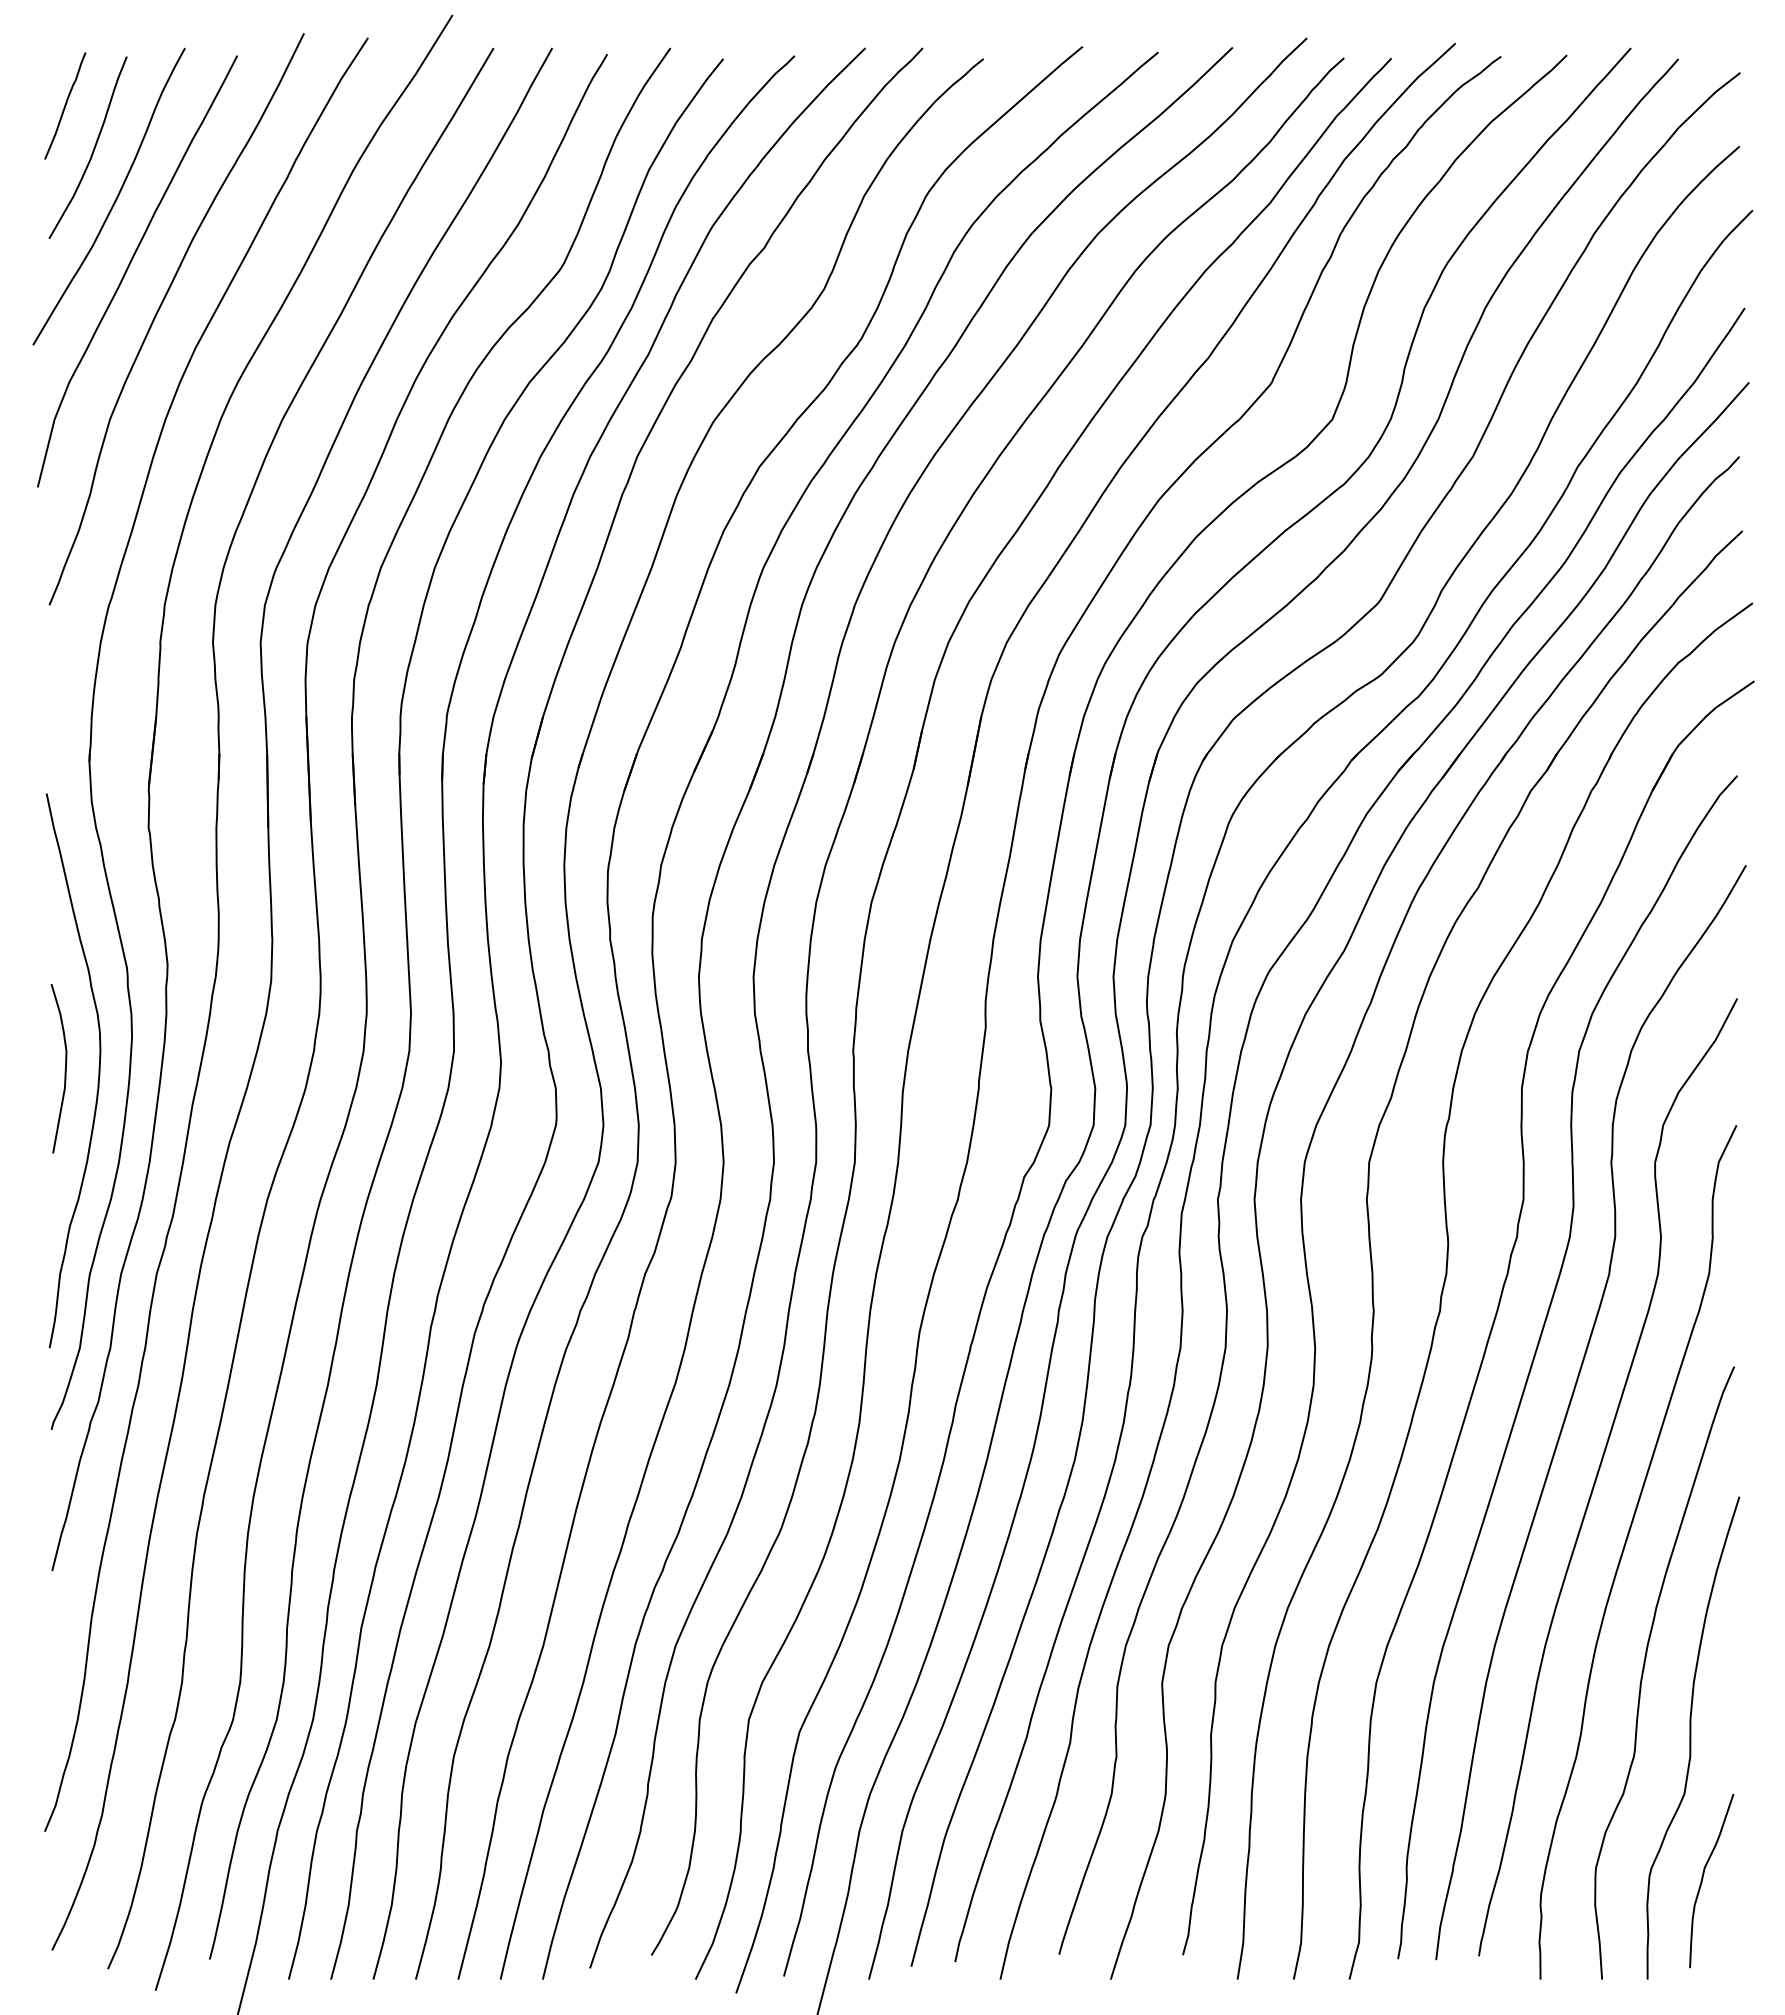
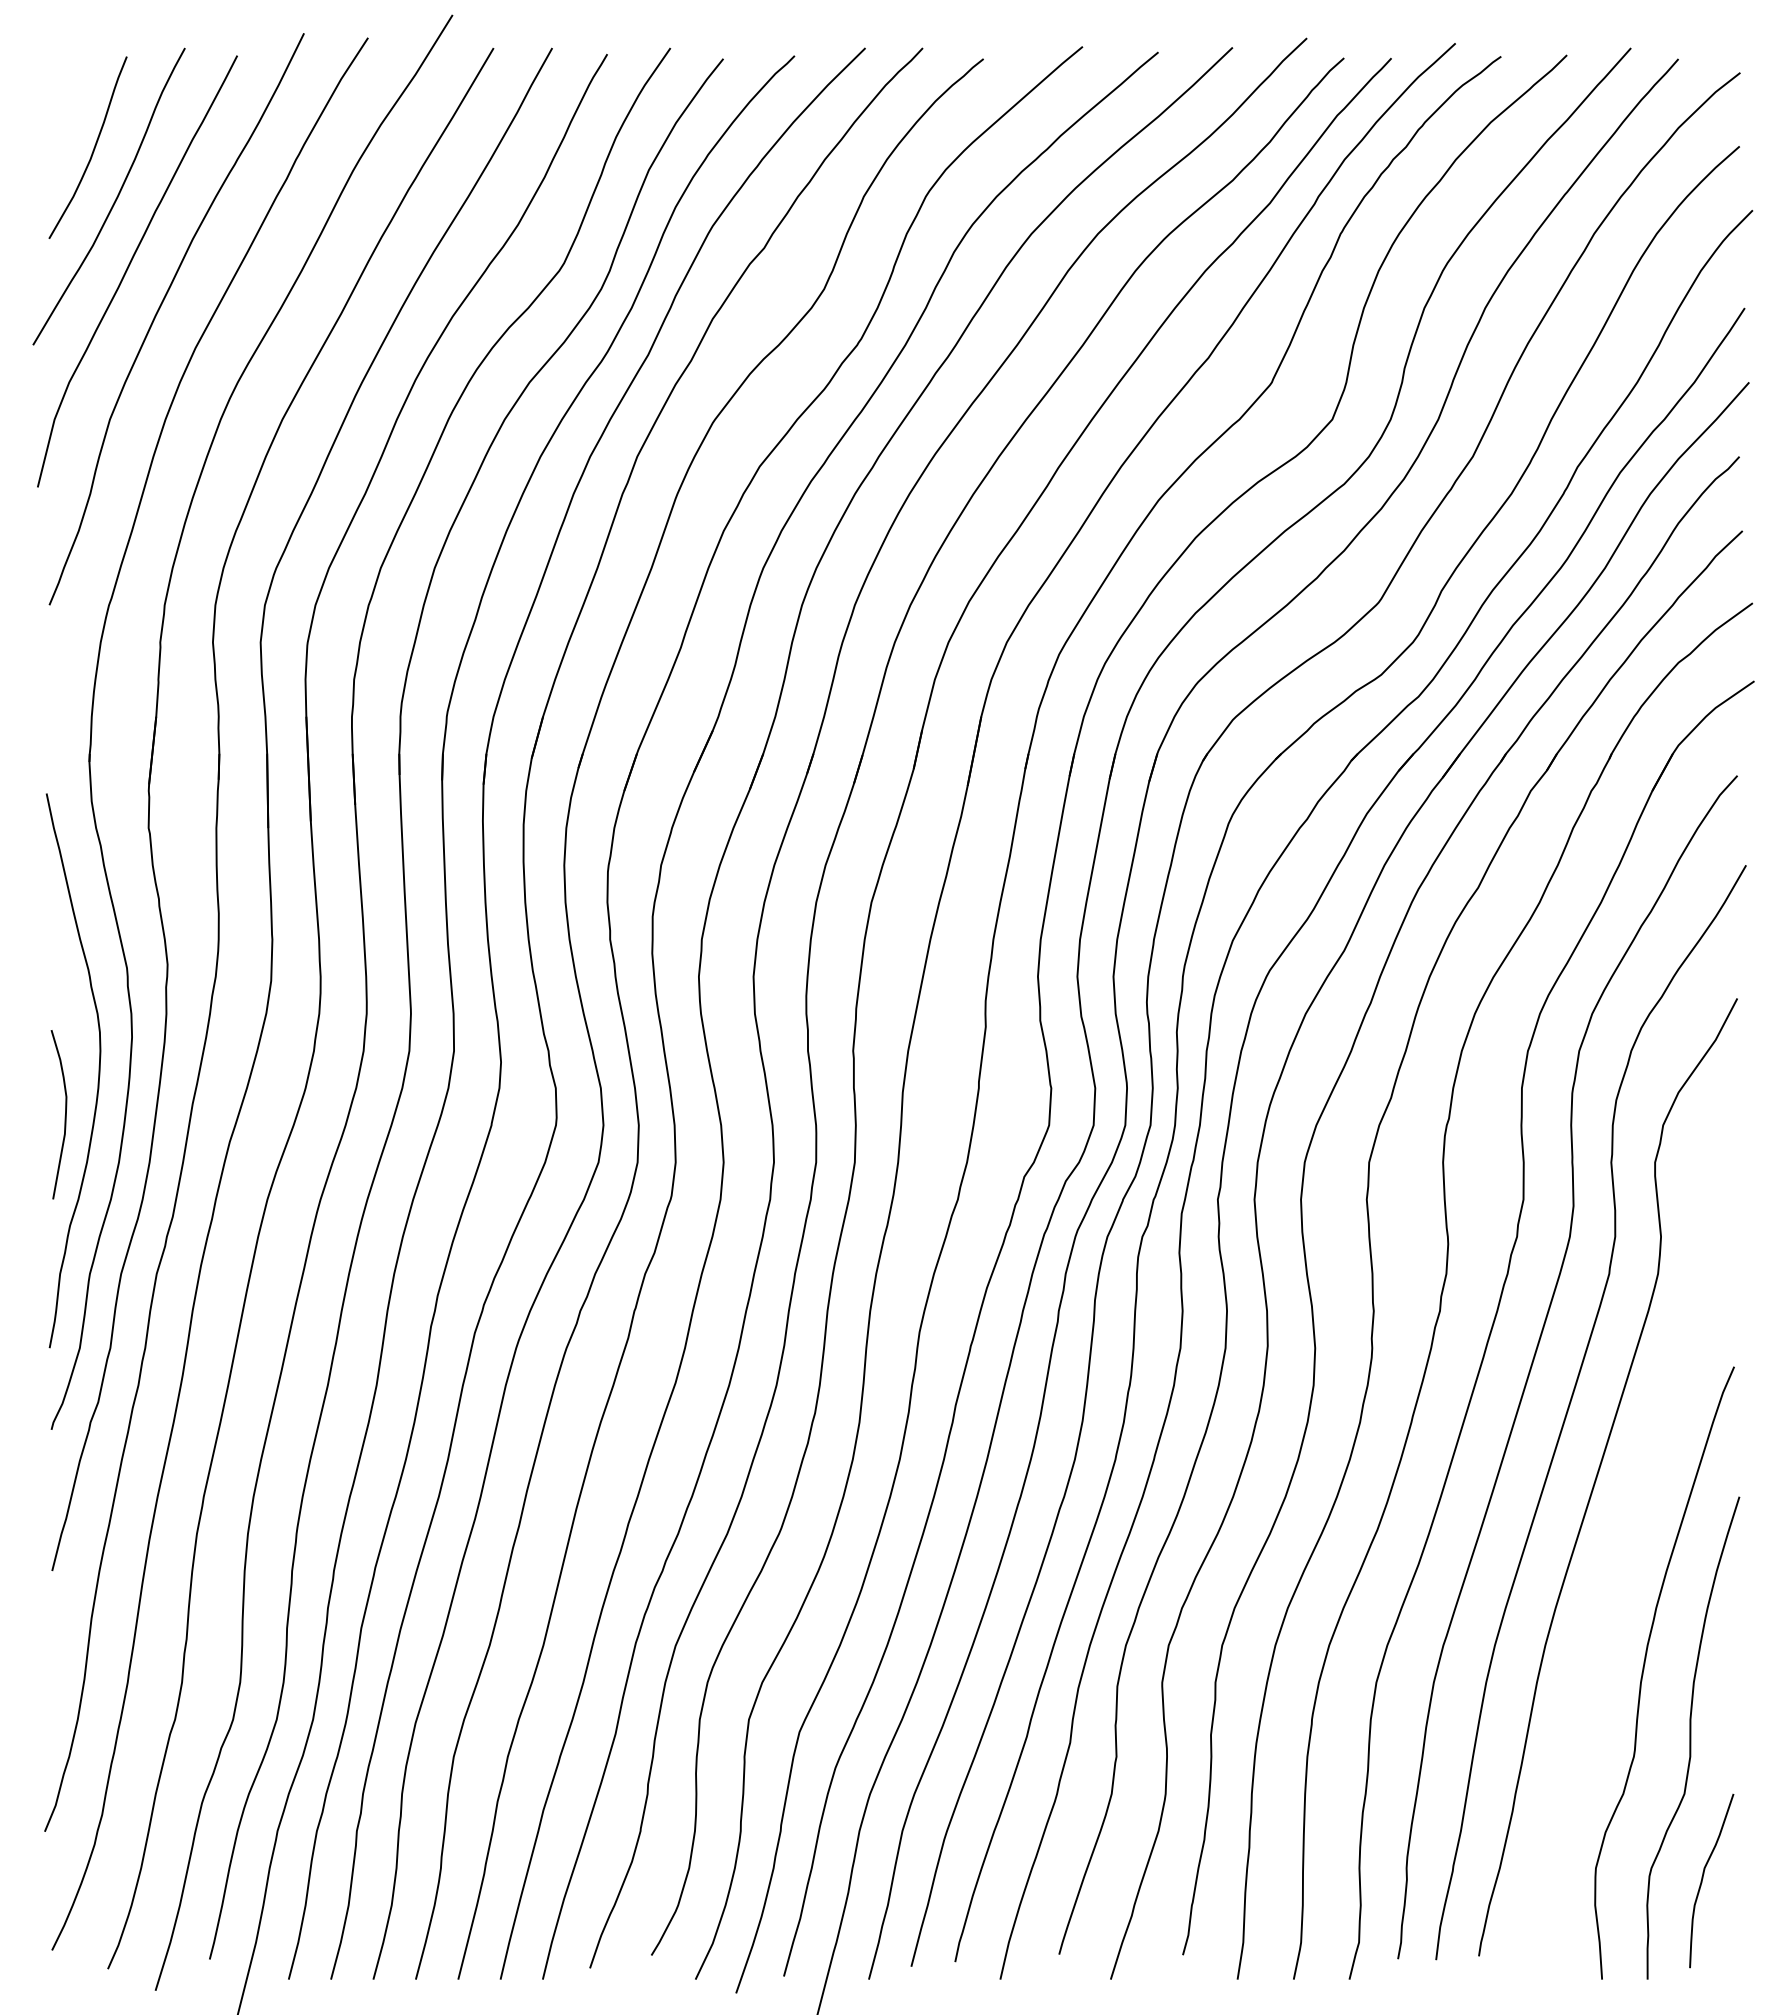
curve at (65, 105): present -> none
curve at (64, 1070) position: (64, 1070) -> (64, 1116)
curve at (1625, 1547): present -> none
